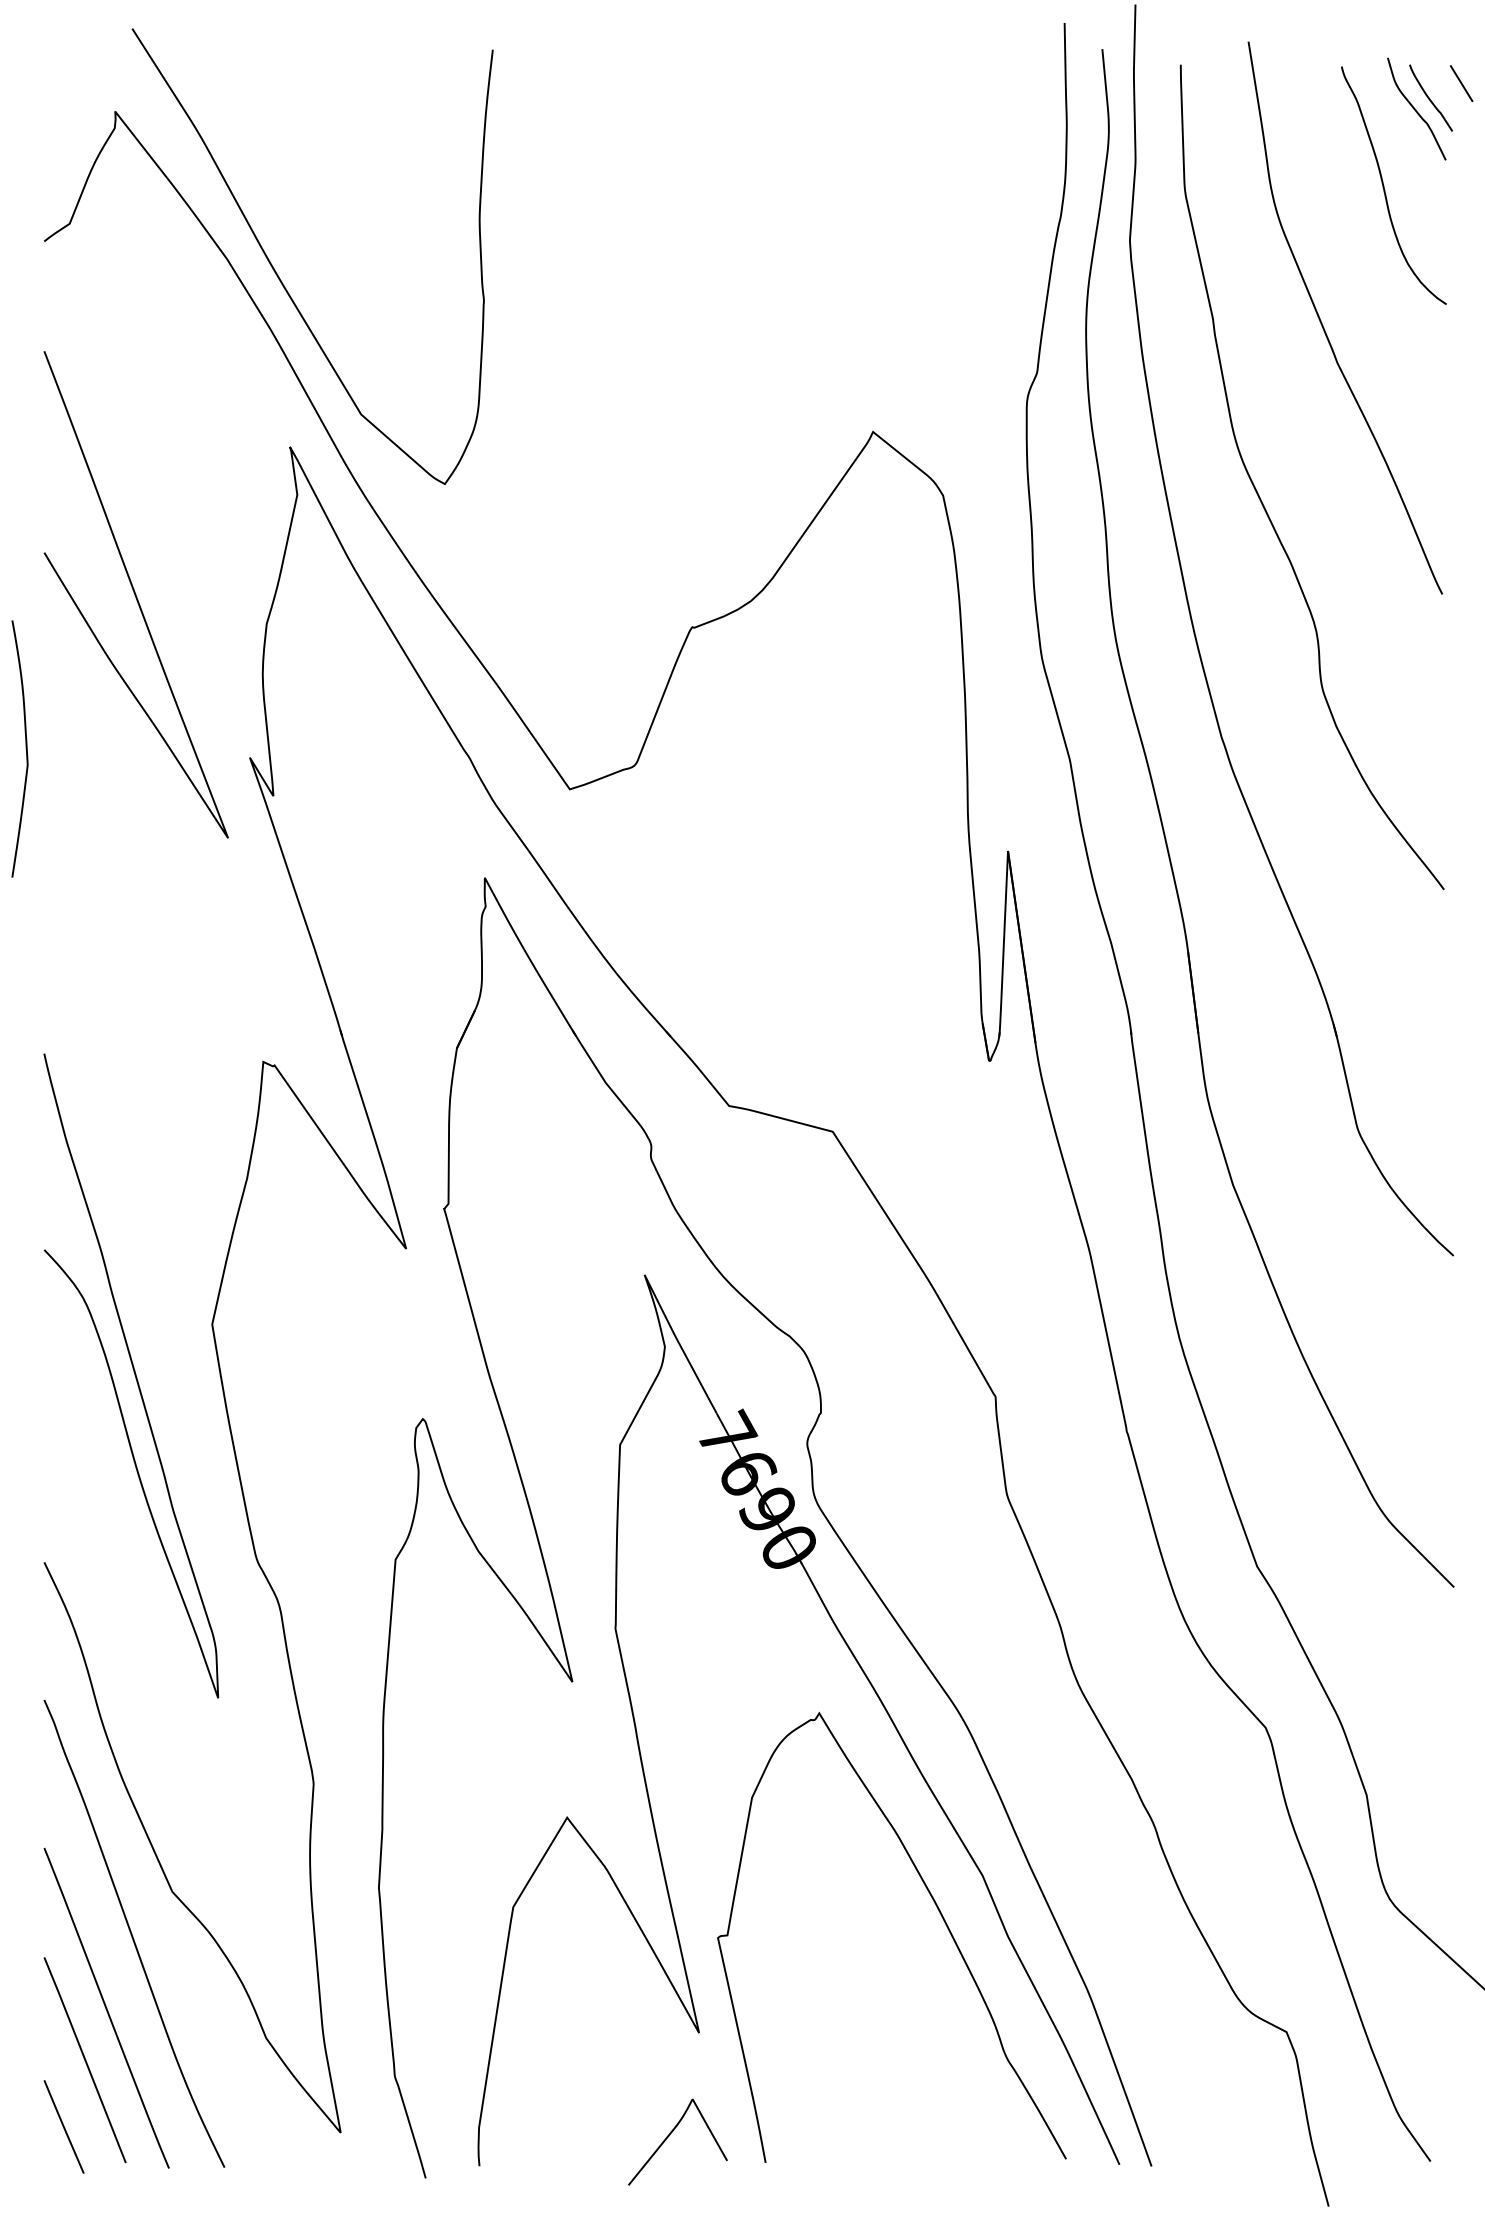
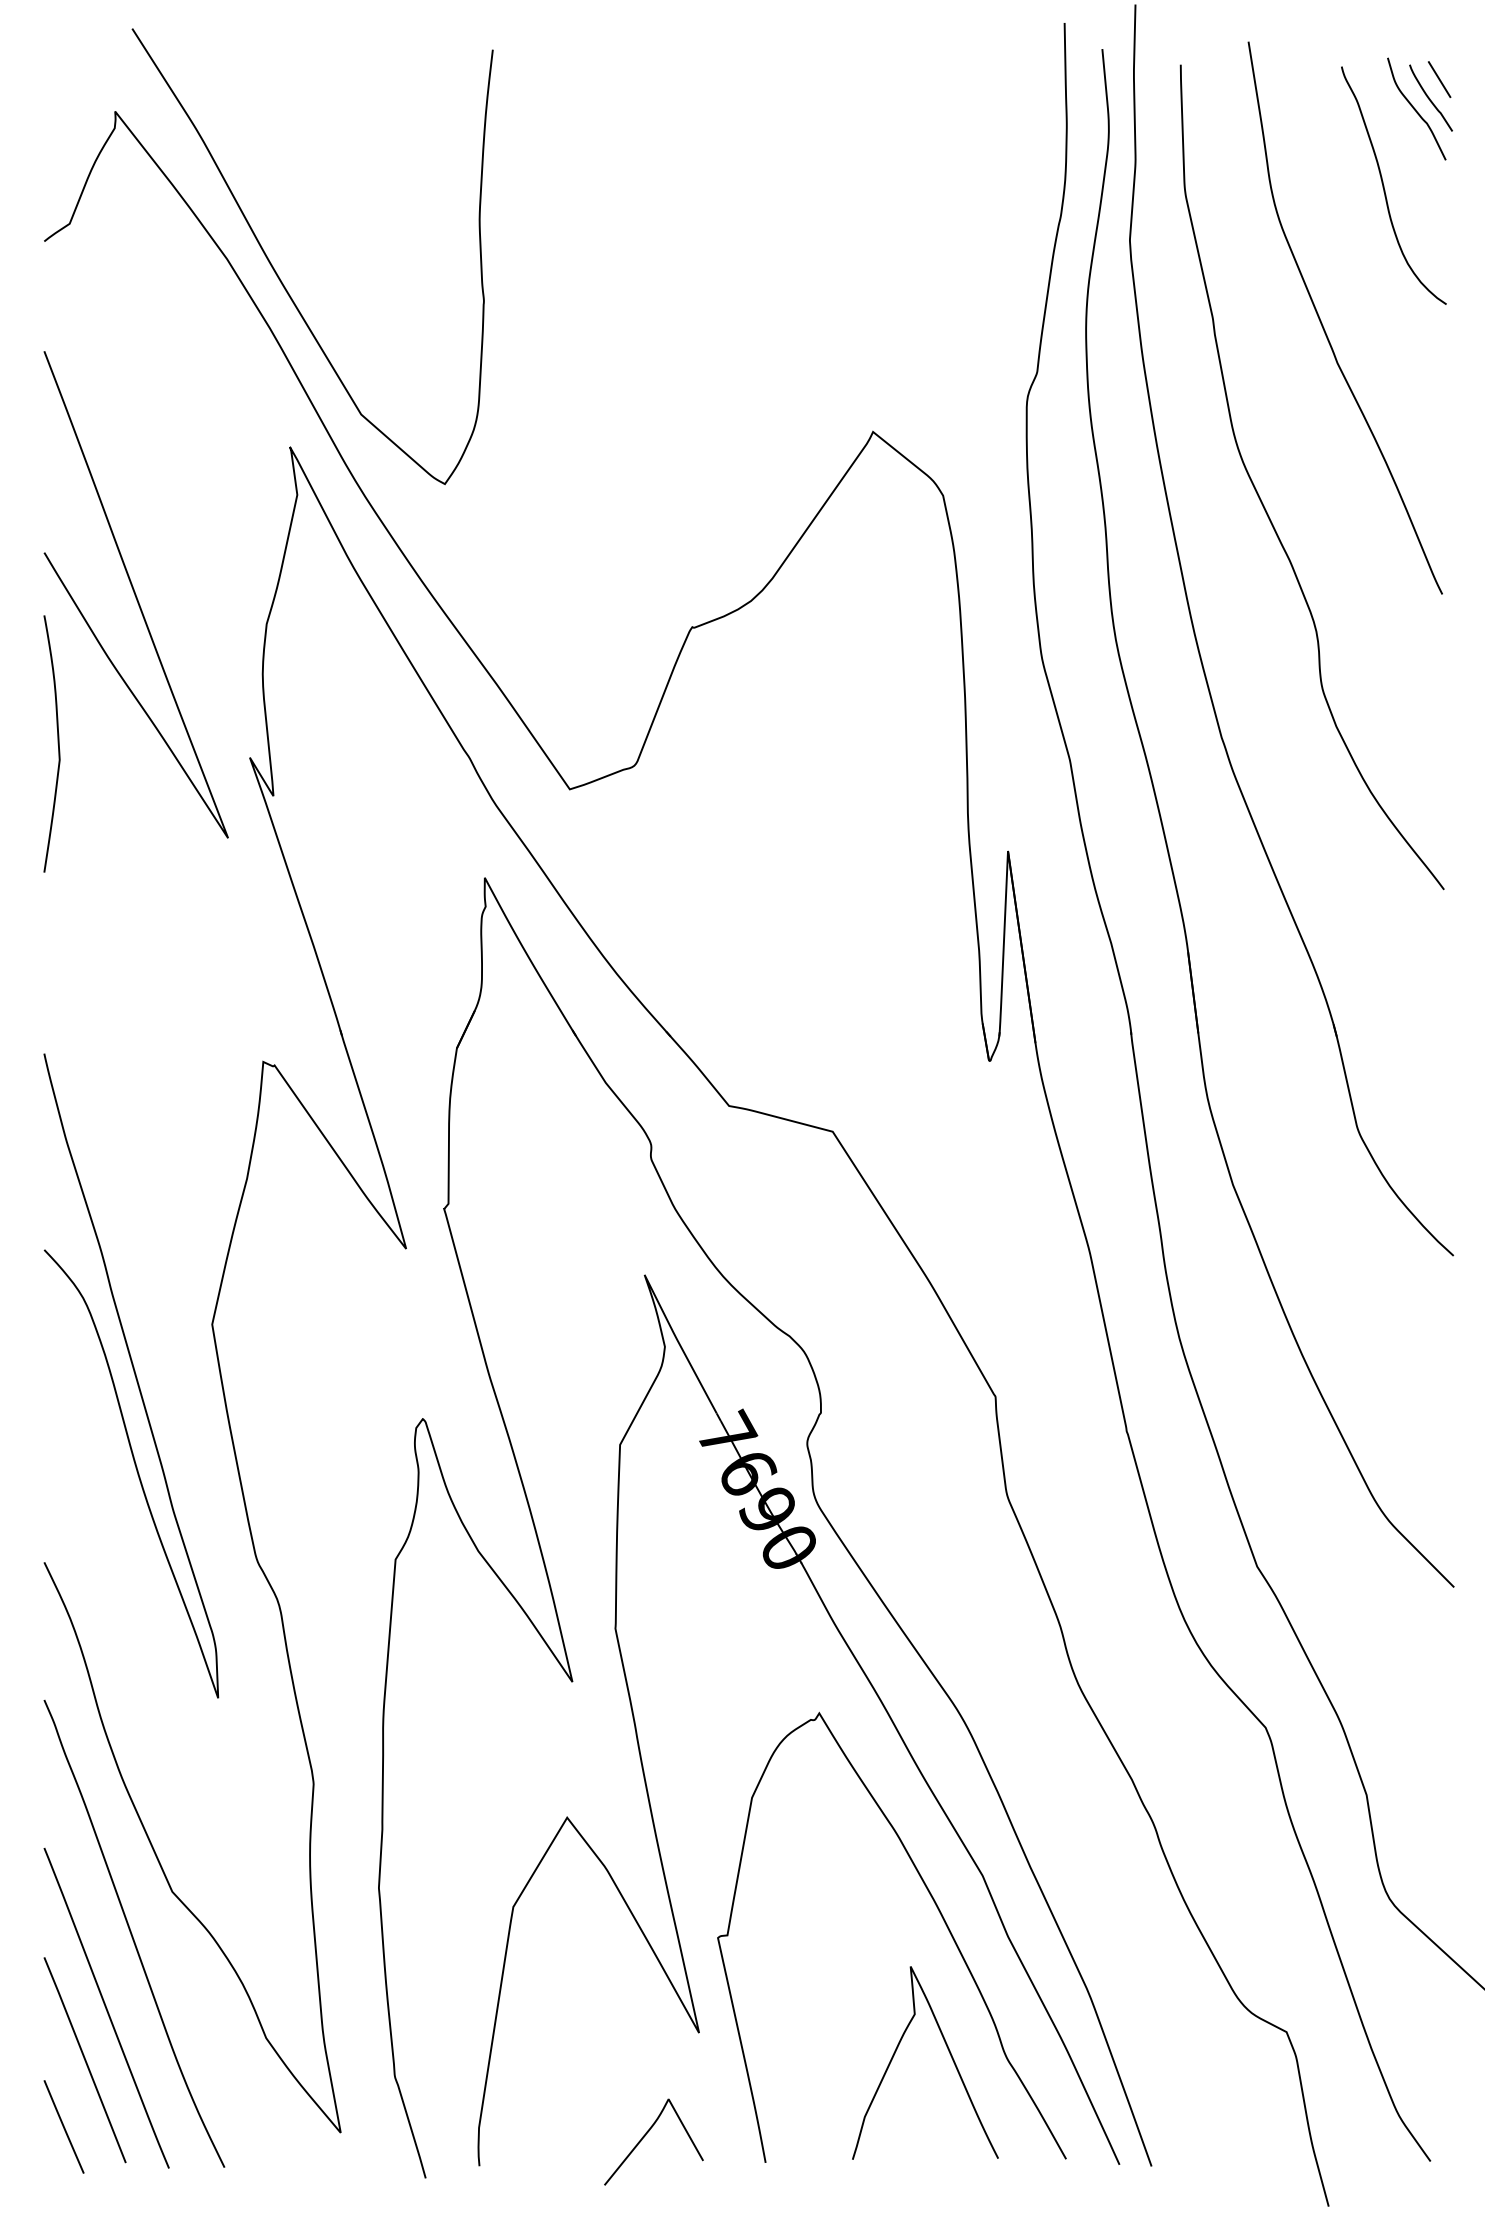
line at (1461, 83) position: (1461, 83) -> (1439, 79)
curve at (25, 748) position: (25, 748) -> (57, 743)
curve at (948, 2051): none -> present
curve at (670, 2135) position: (670, 2135) -> (646, 2135)
